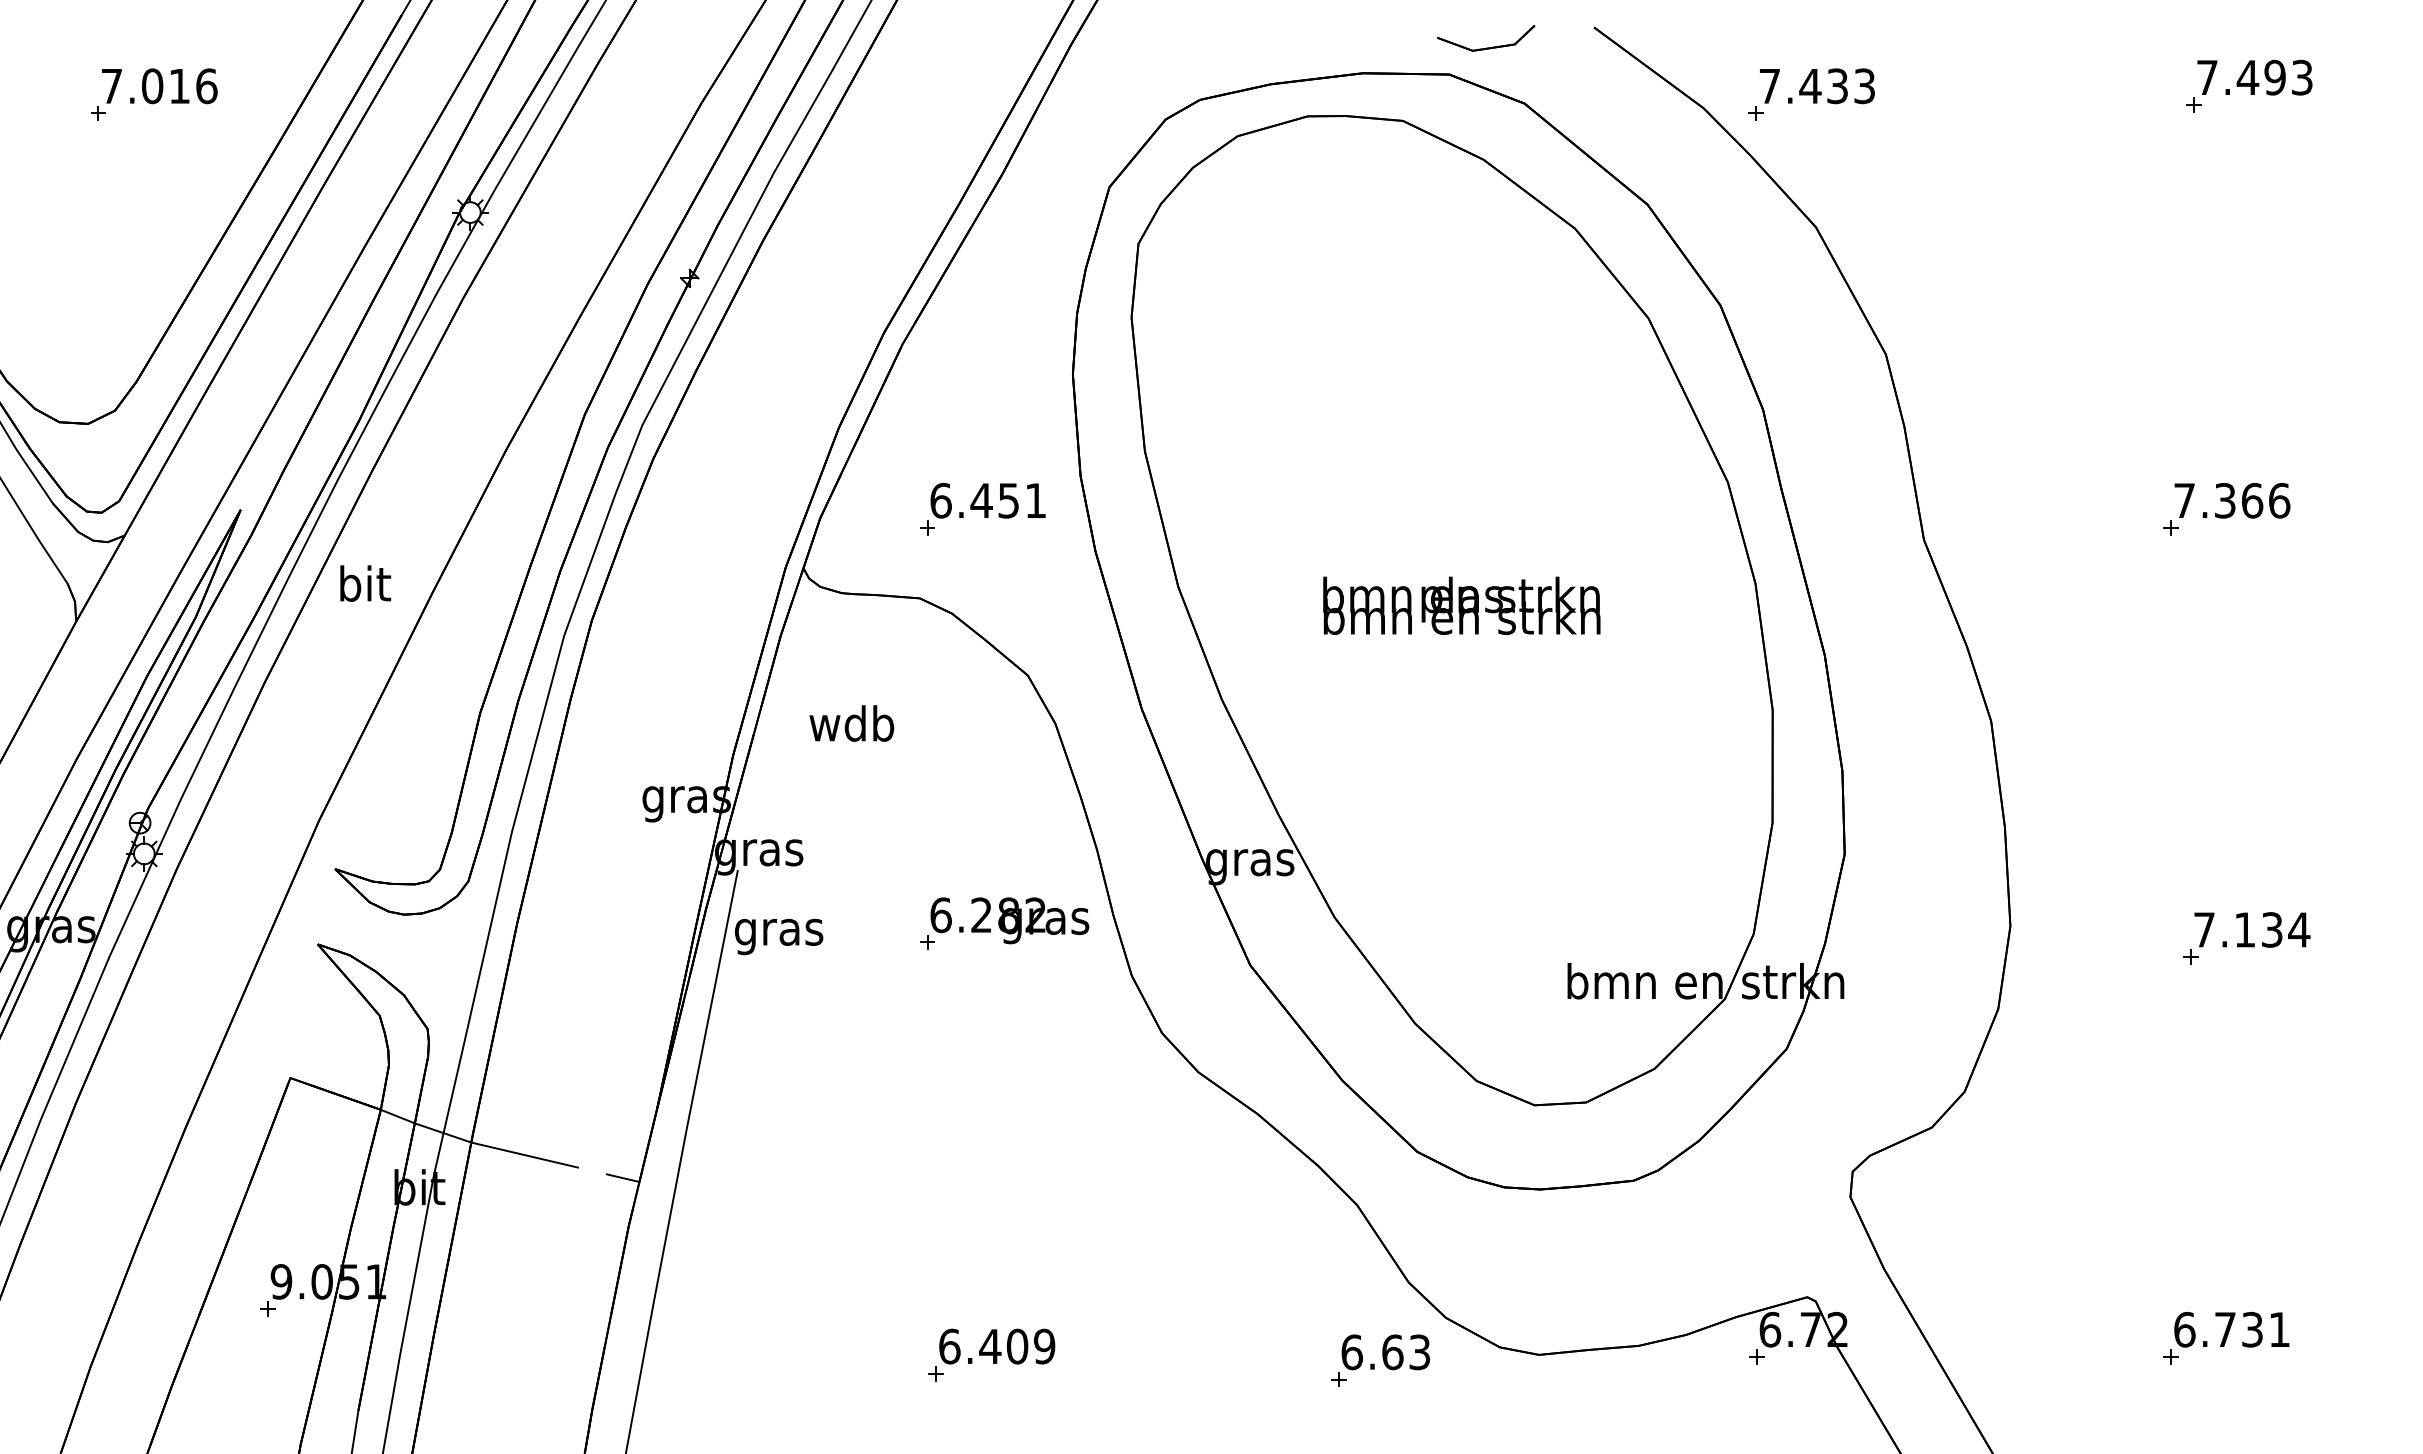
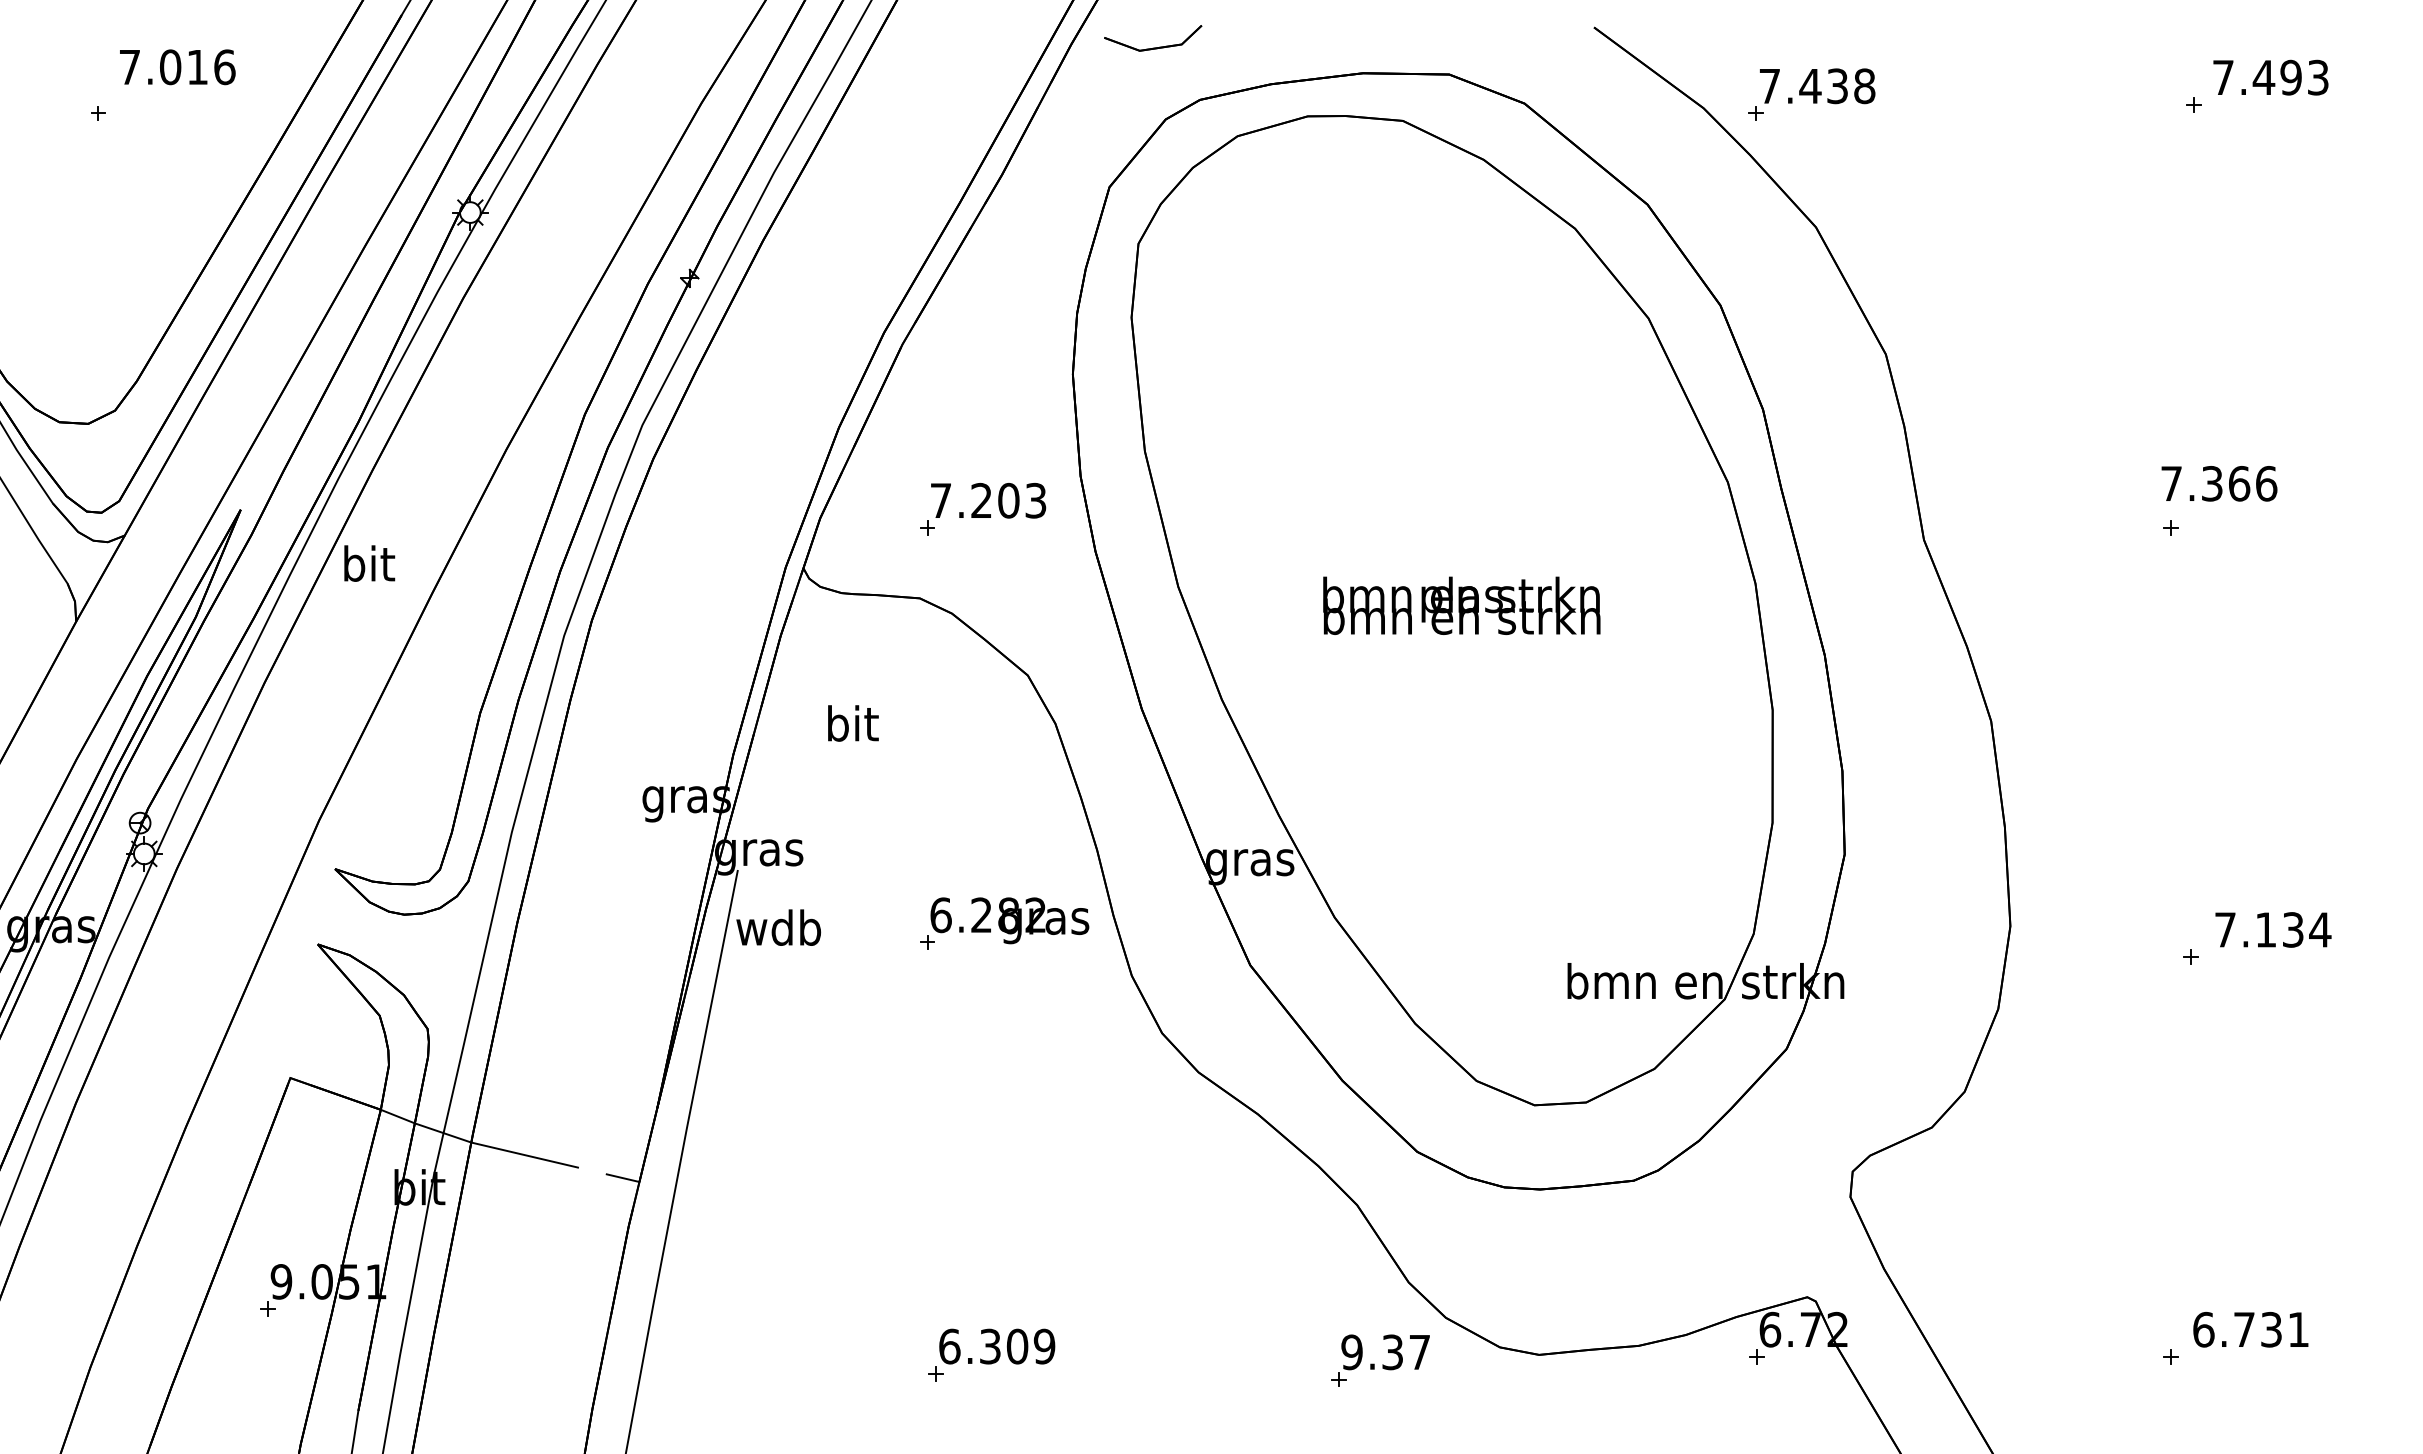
part at (1486, 47) position: (1486, 47) -> (1153, 47)
text at (2254, 77) position: (2254, 77) -> (2270, 77)
text at (159, 86) position: (159, 86) -> (177, 67)
text at (1864, 86): 7.433 -> 7.438
text at (988, 500): 6.451 -> 7.203
text at (2232, 500) position: (2232, 500) -> (2219, 483)
text at (365, 583) position: (365, 583) -> (369, 563)
text at (851, 723): wdb -> bit
text at (2252, 929) position: (2252, 929) -> (2273, 929)
text at (778, 932): gras -> wdb
text at (2231, 1329) position: (2231, 1329) -> (2250, 1329)
text at (990, 1346): 6.409 -> 6.309
text at (1385, 1352): 6.63 -> 9.37
